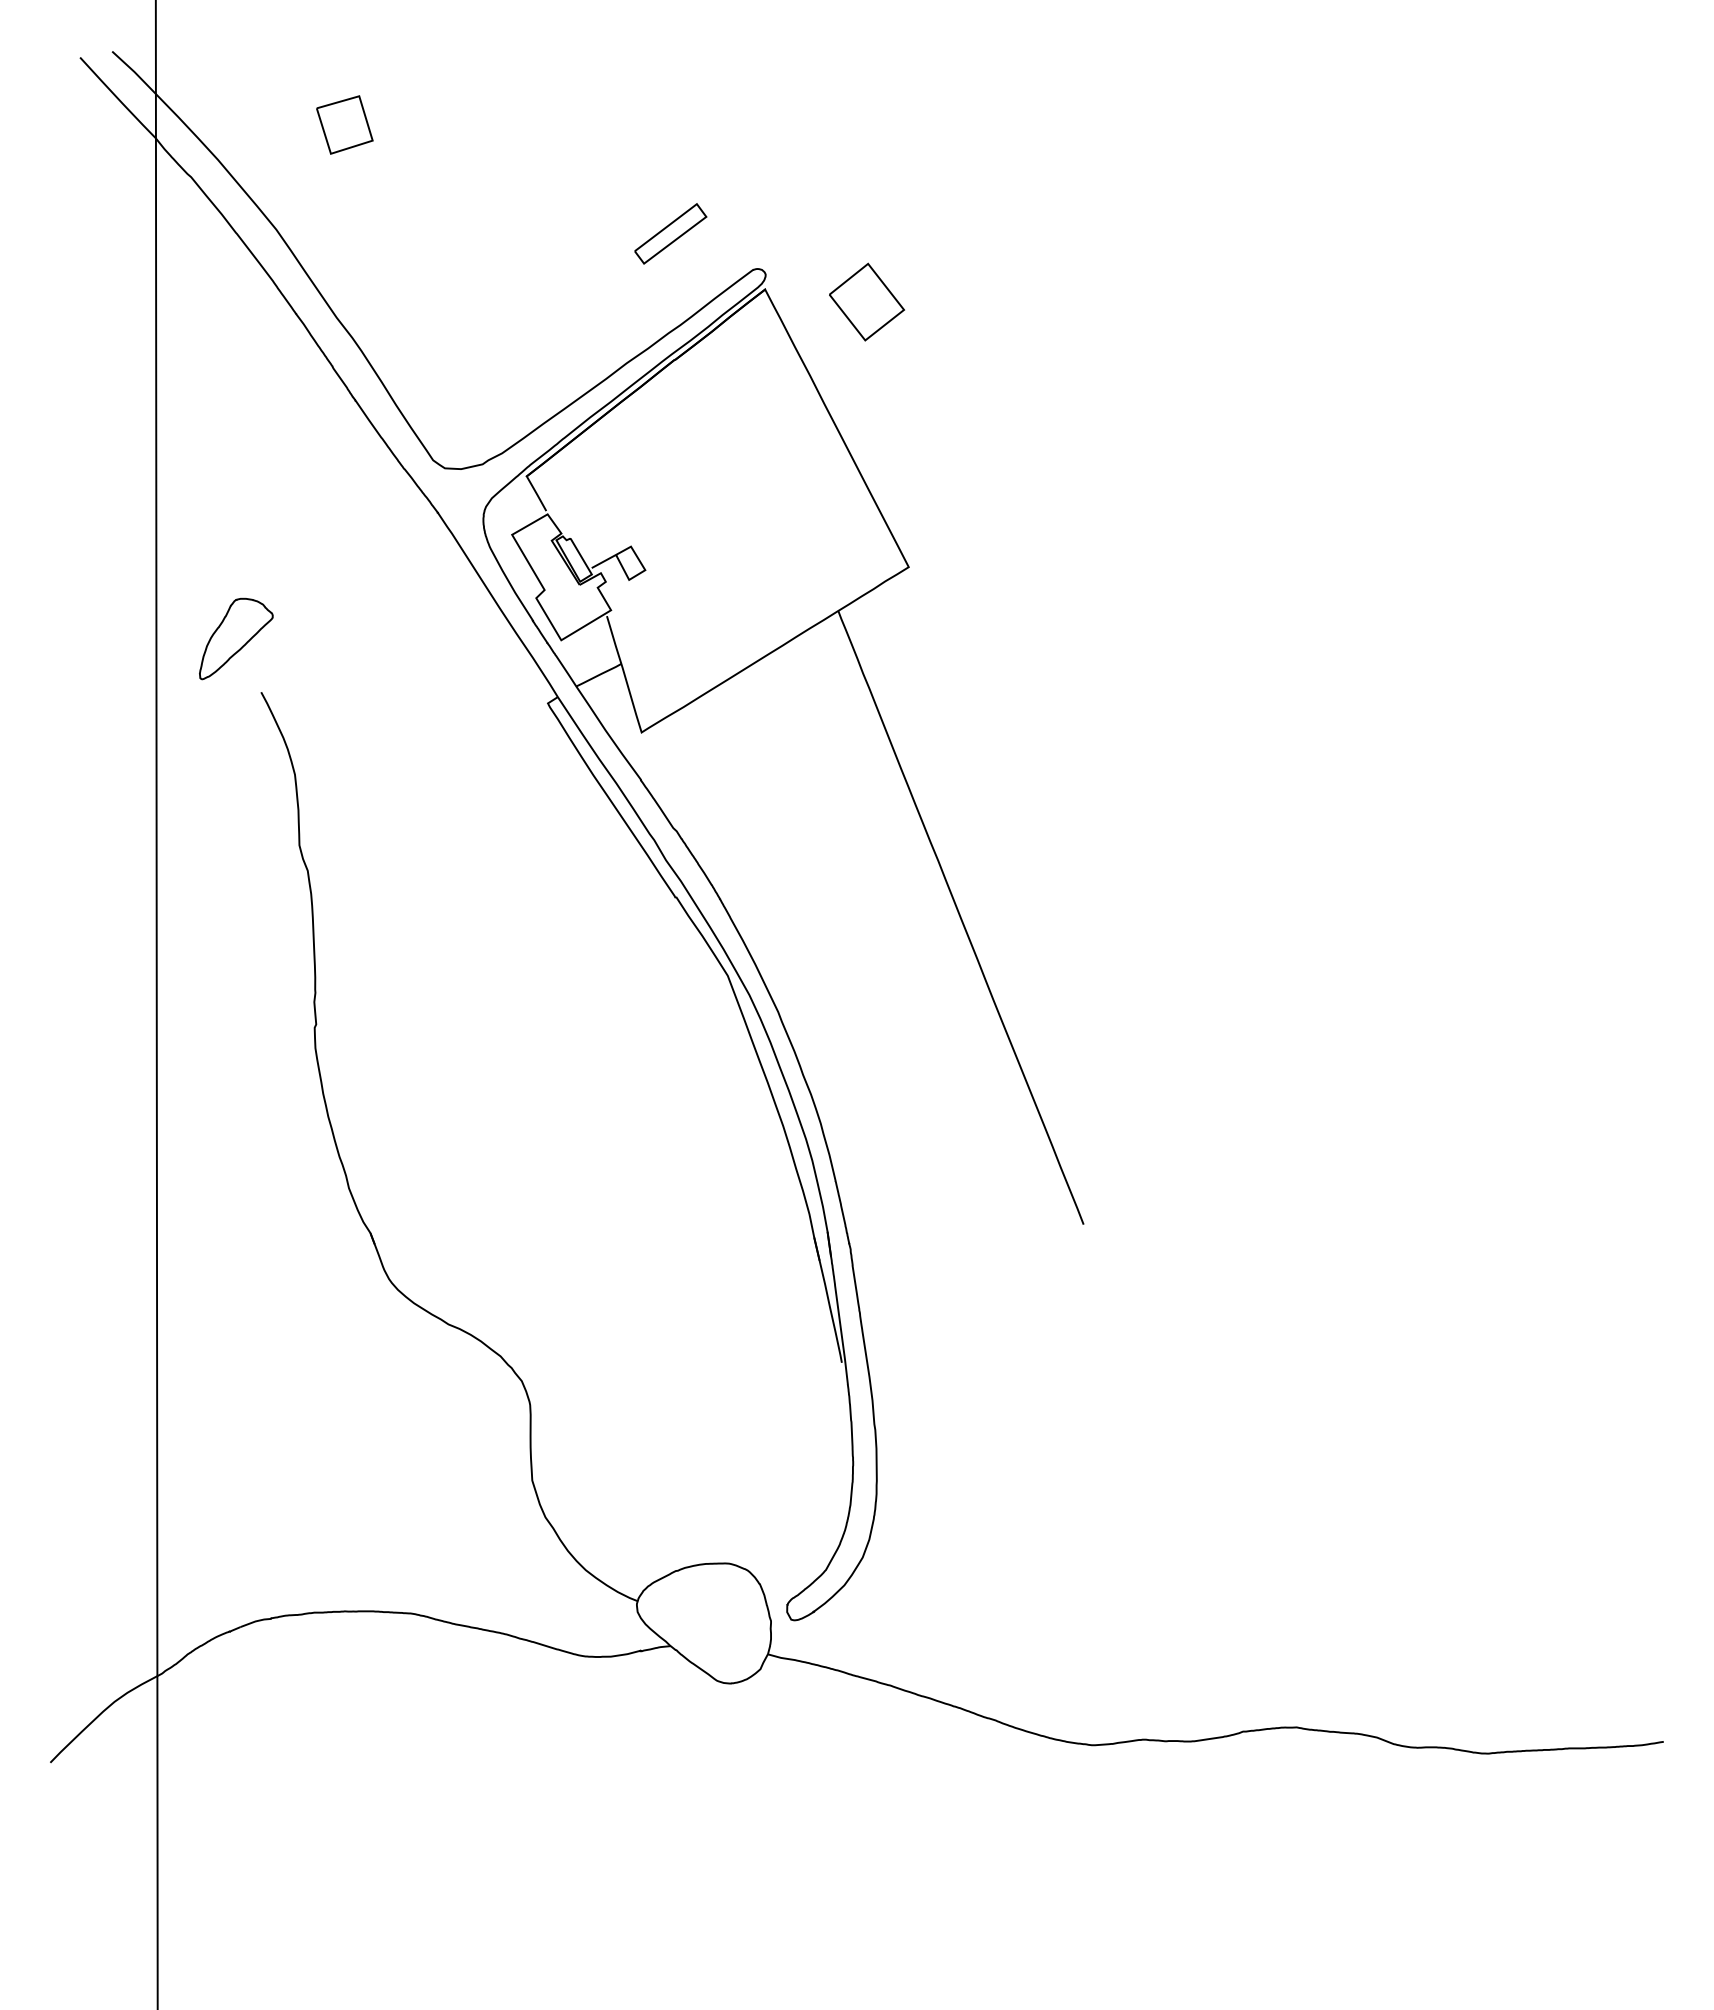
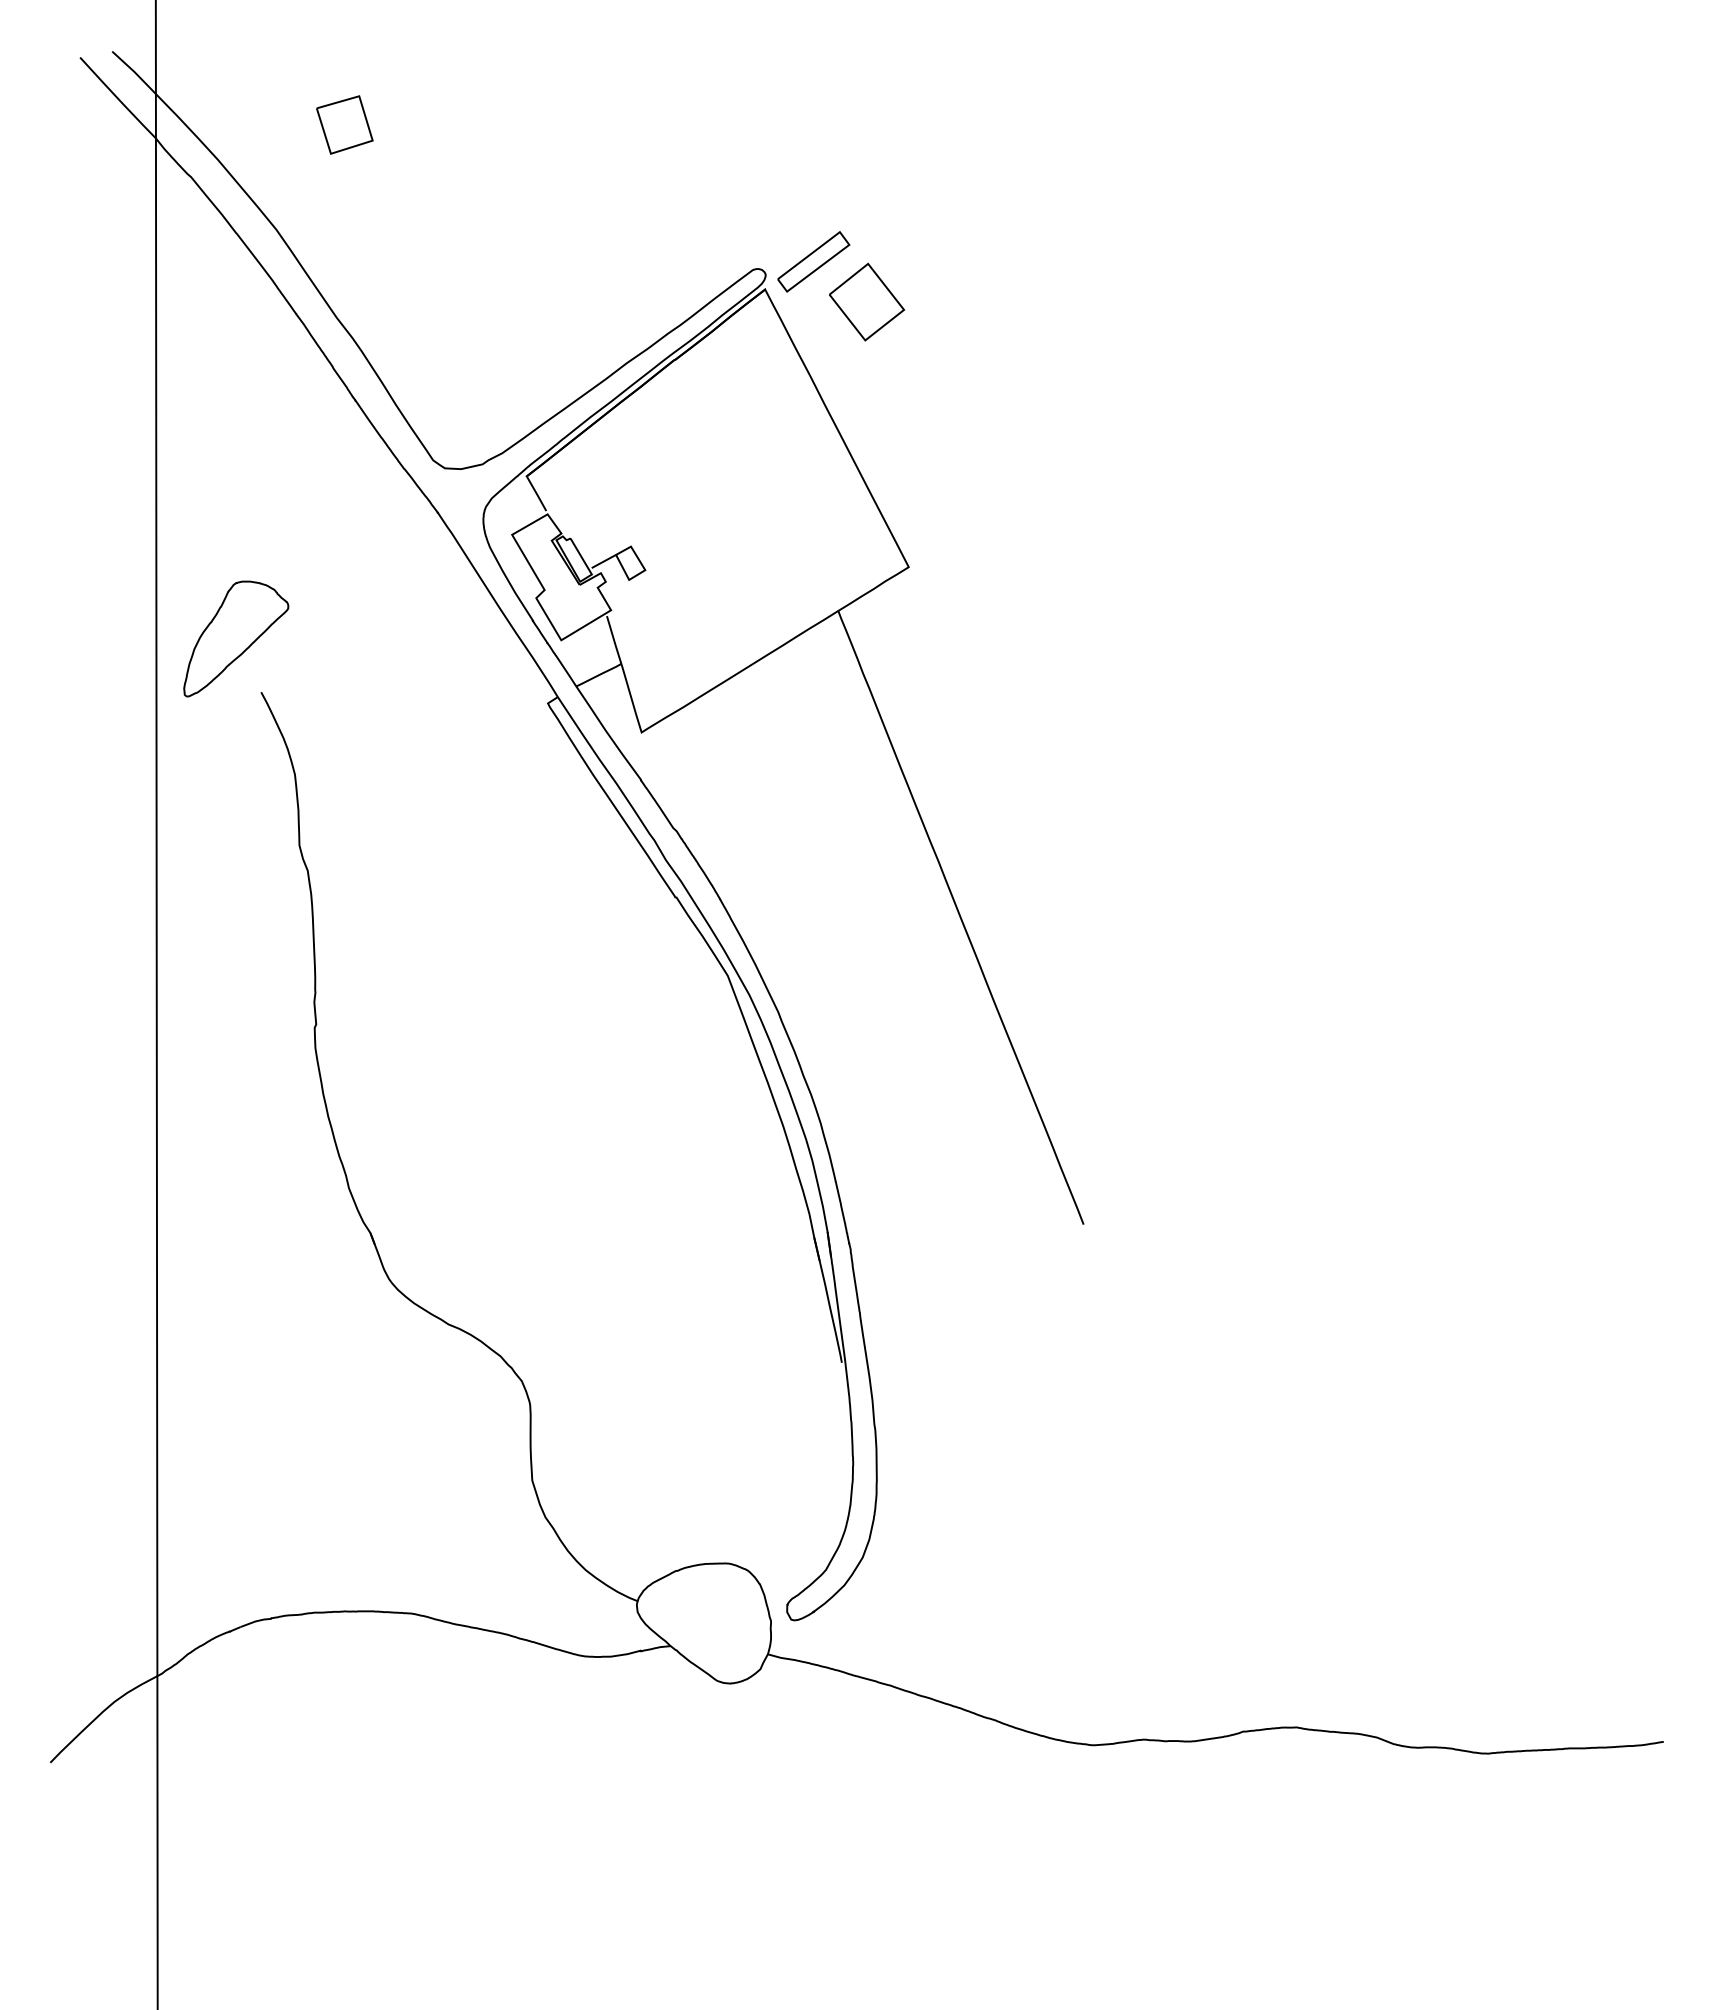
part at (670, 233) position: (670, 233) -> (813, 261)
part at (236, 638) size: 75x84 px -> 107x118 px
